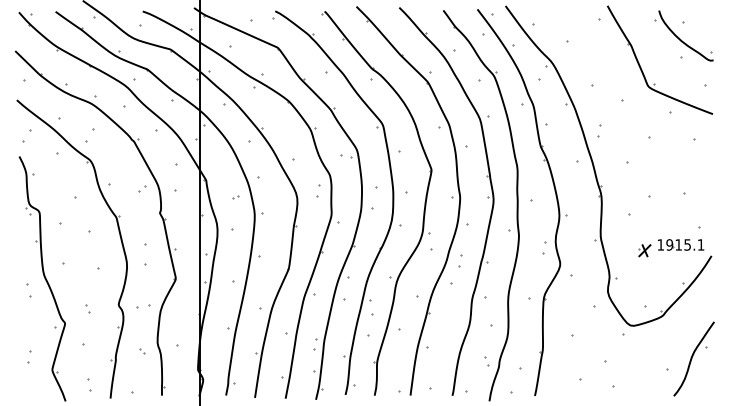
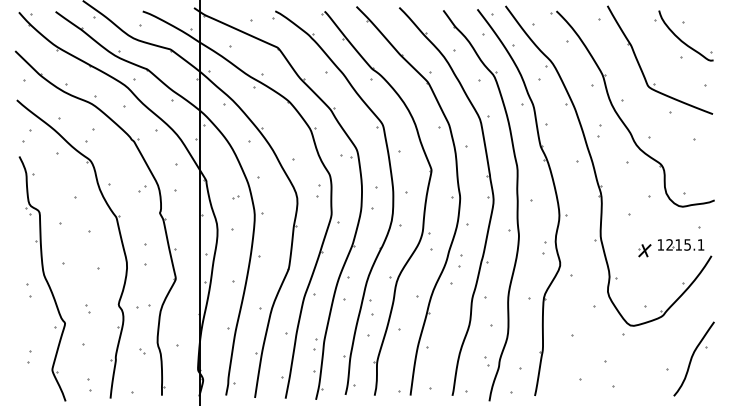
part at (619, 115): none -> present
text at (669, 244): 1915.1 -> 1215.1
